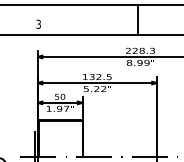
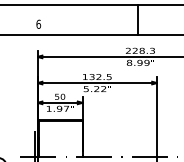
text at (38, 23): 3 -> 6
